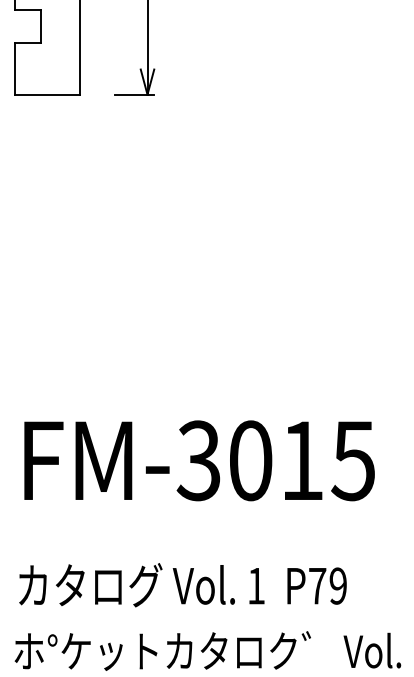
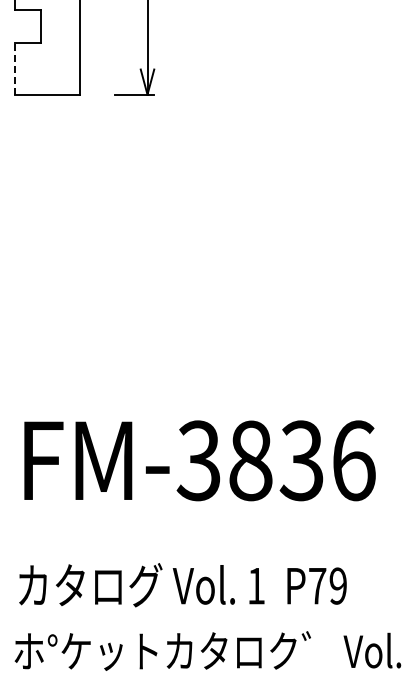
line at (14, 68): solid -> dashed
text at (302, 460): FM-3015 -> FM-3836
